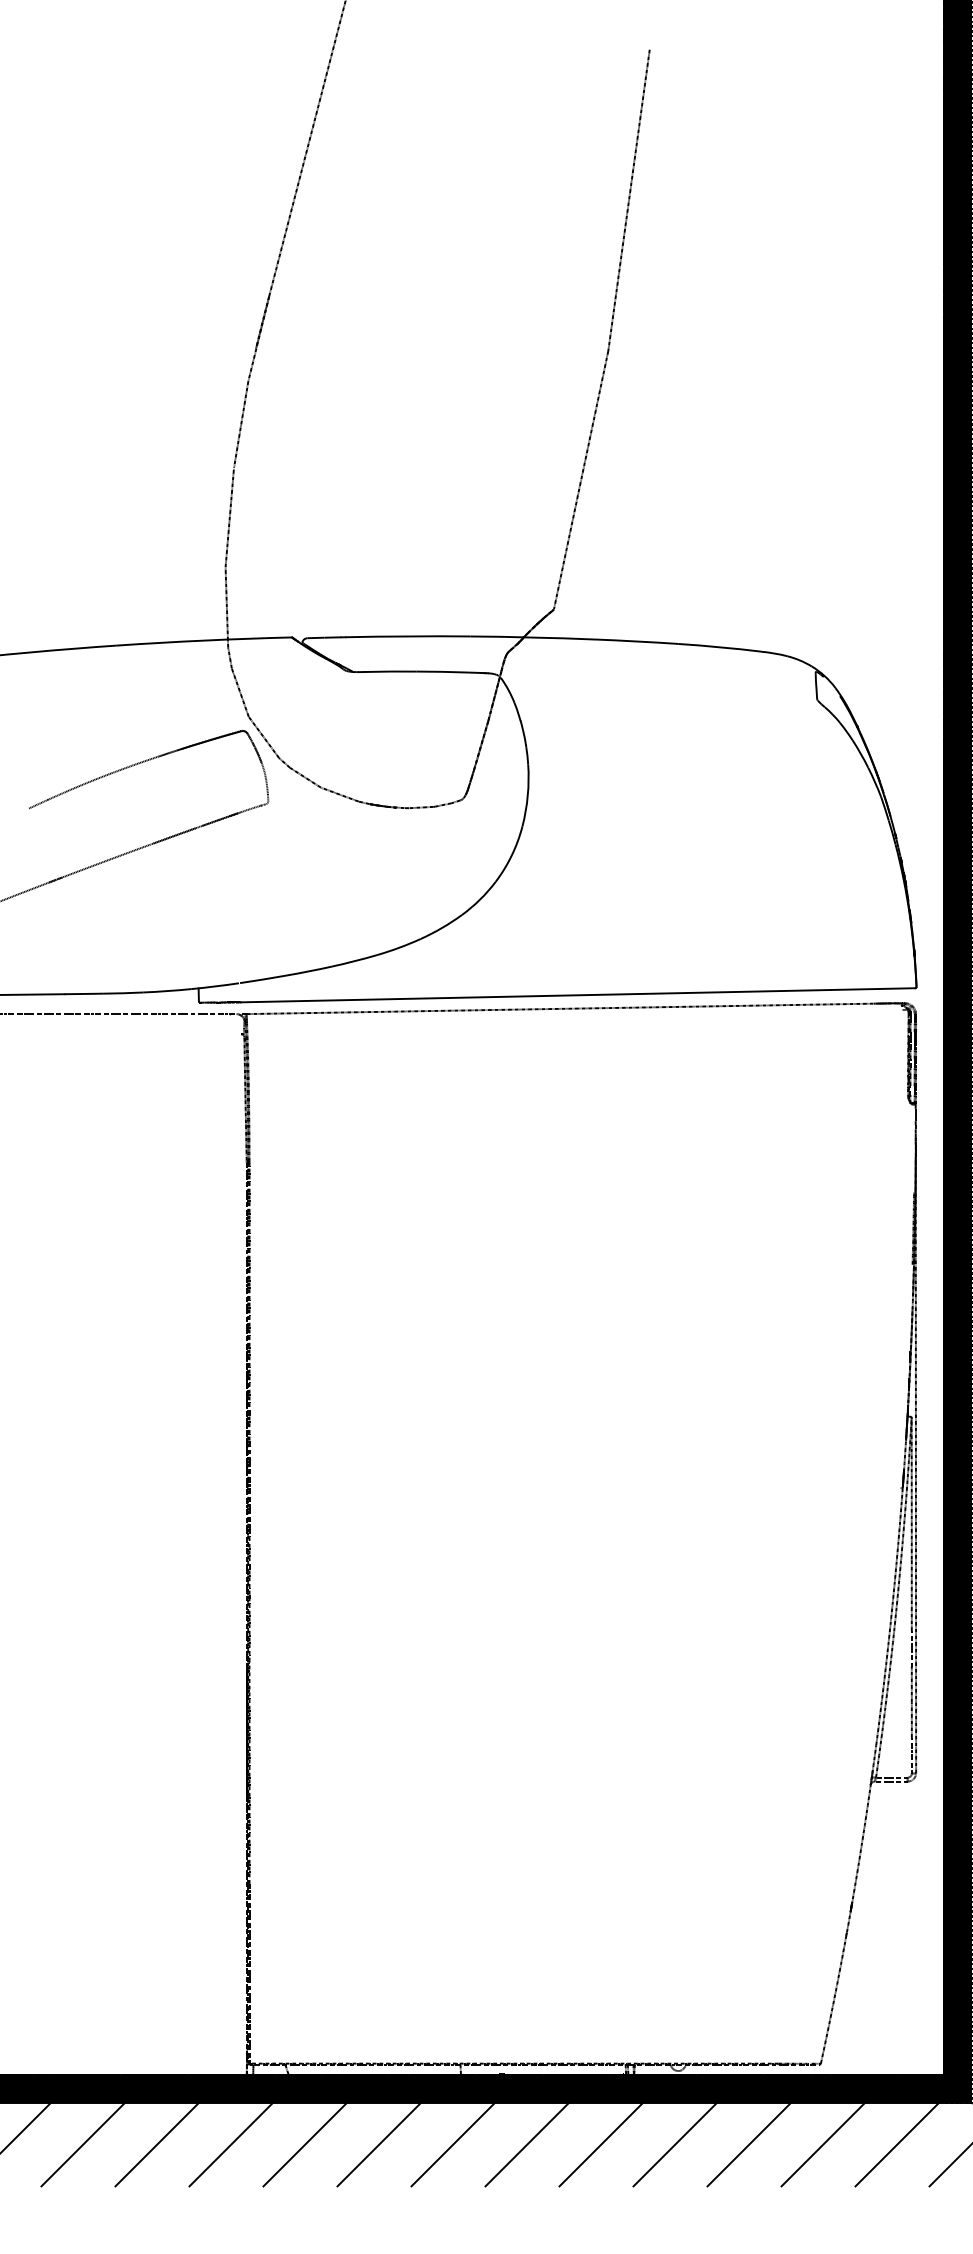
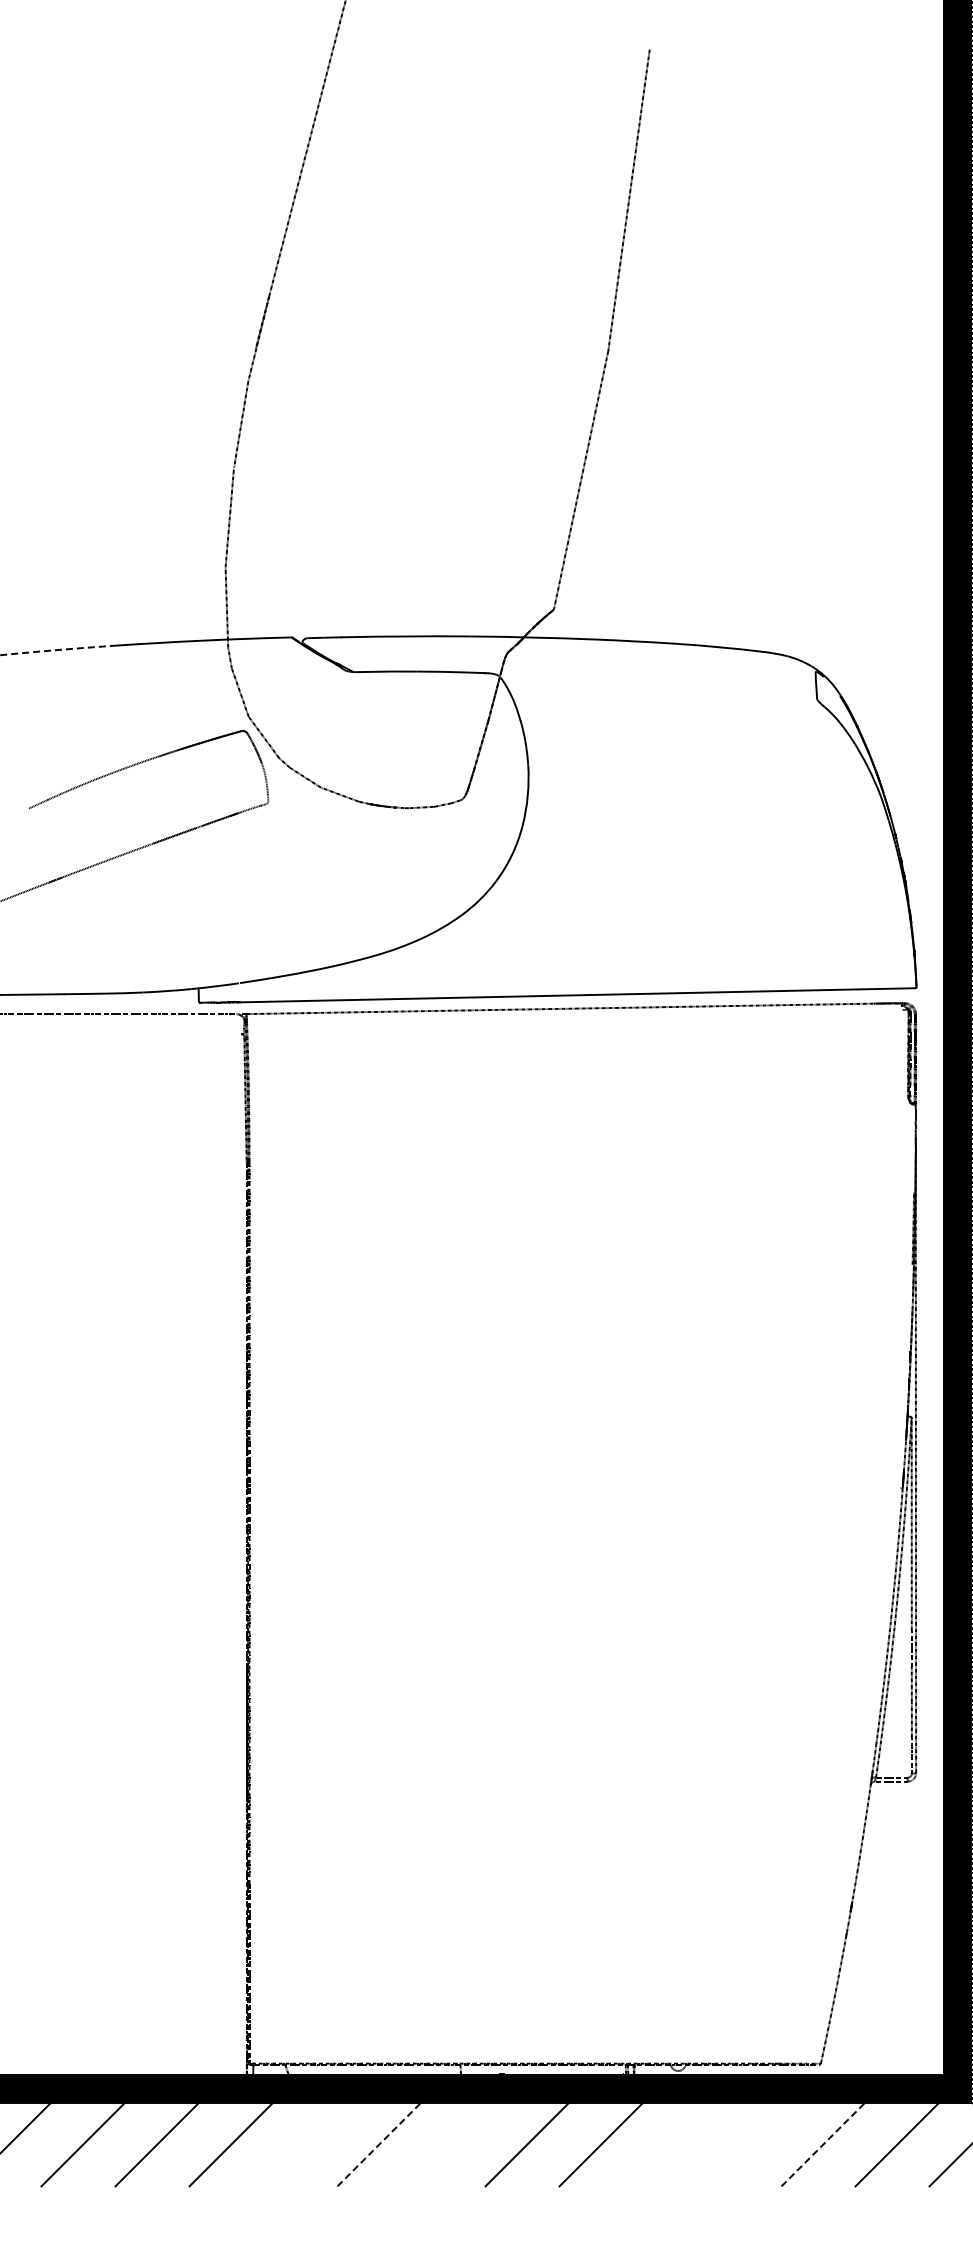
arc at (58, 650): solid -> dashed
line at (305, 2144): present -> none
line at (379, 2144): solid -> dashed
line at (453, 2144): present -> none
line at (675, 2144): present -> none
line at (749, 2144): present -> none
line at (823, 2144): solid -> dashed
